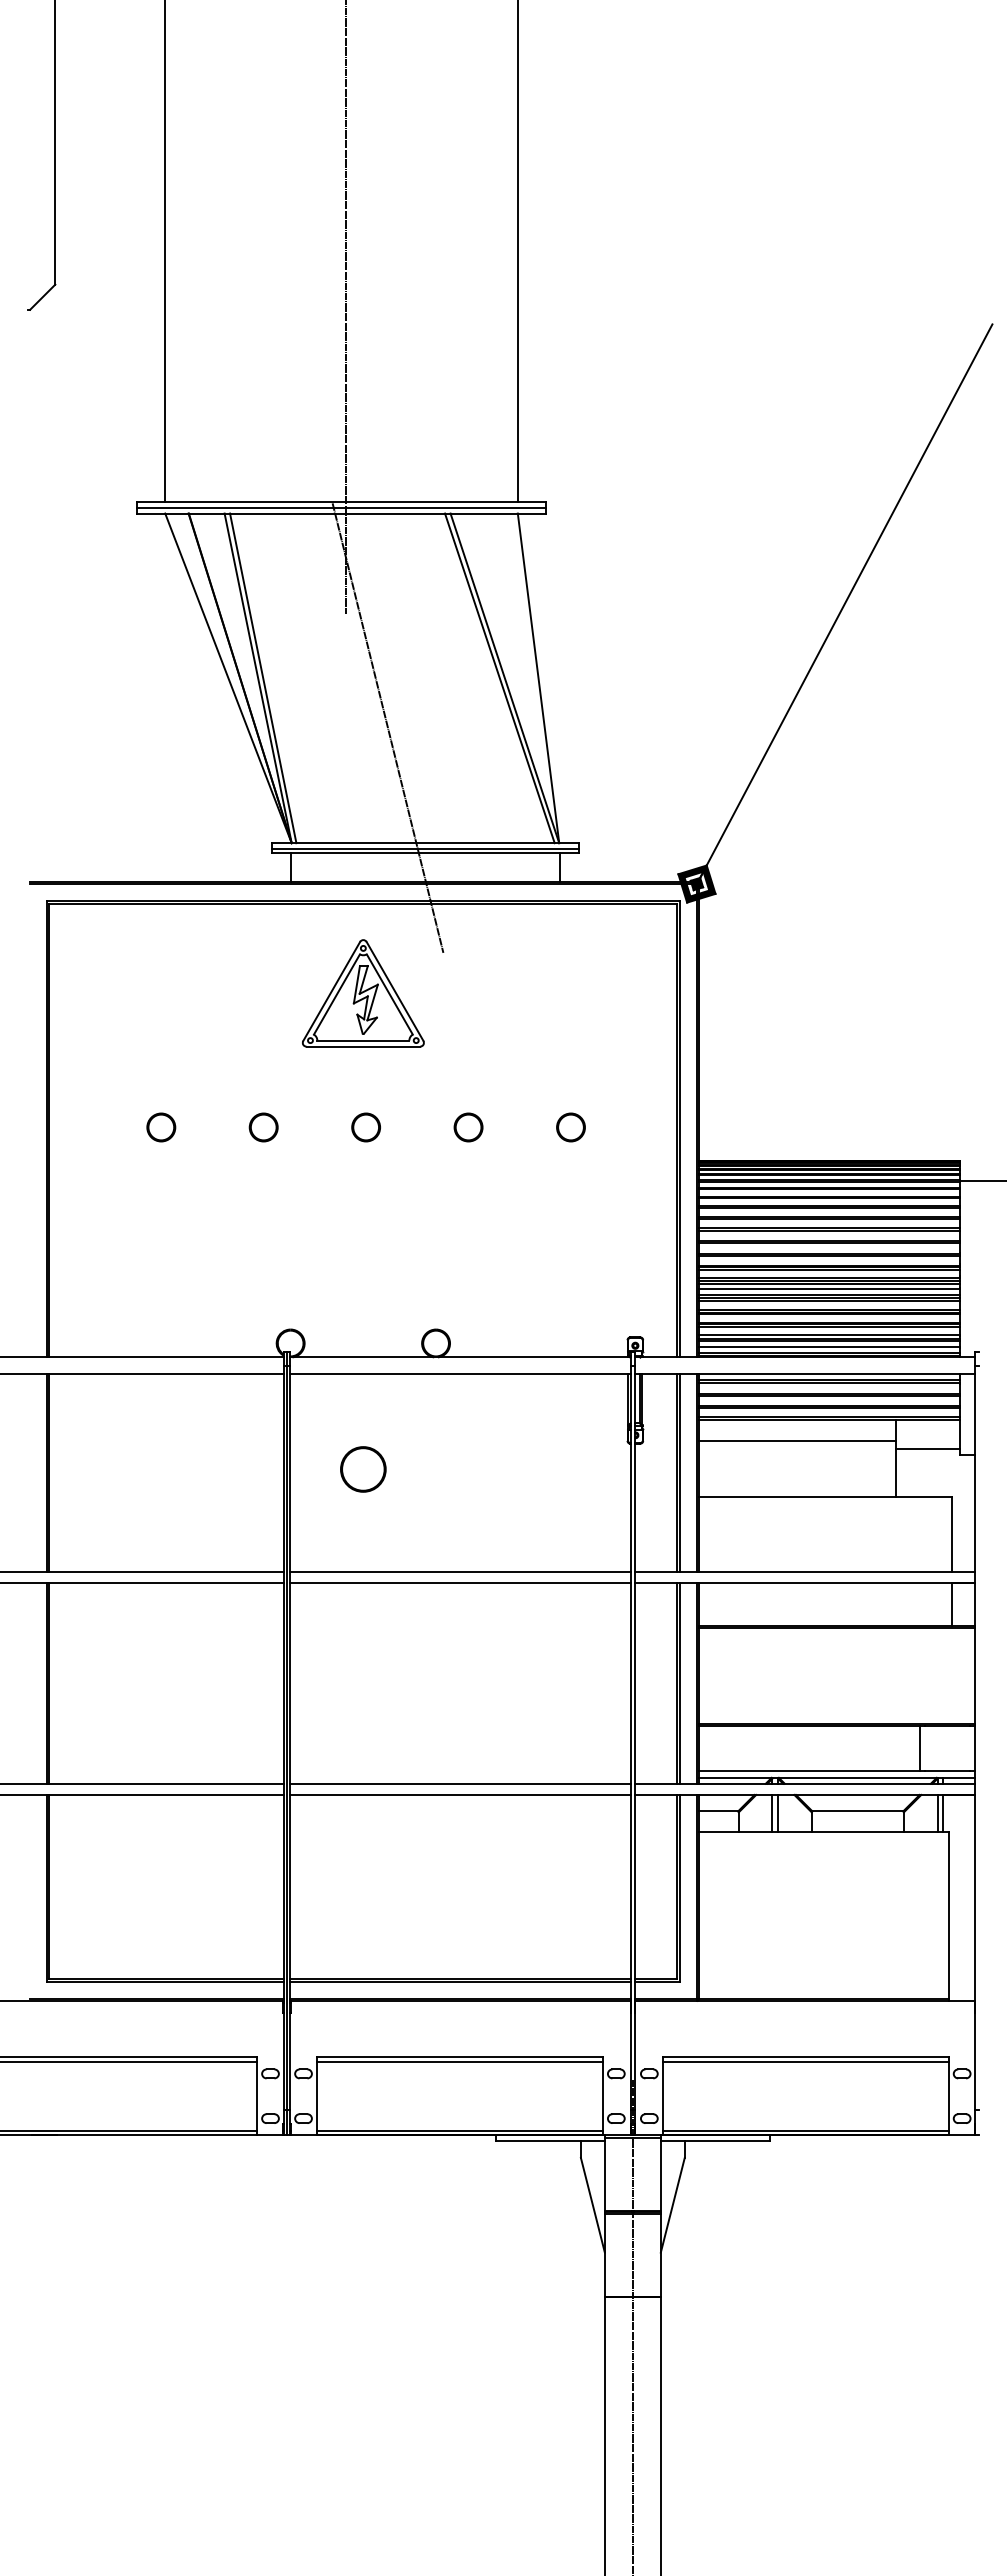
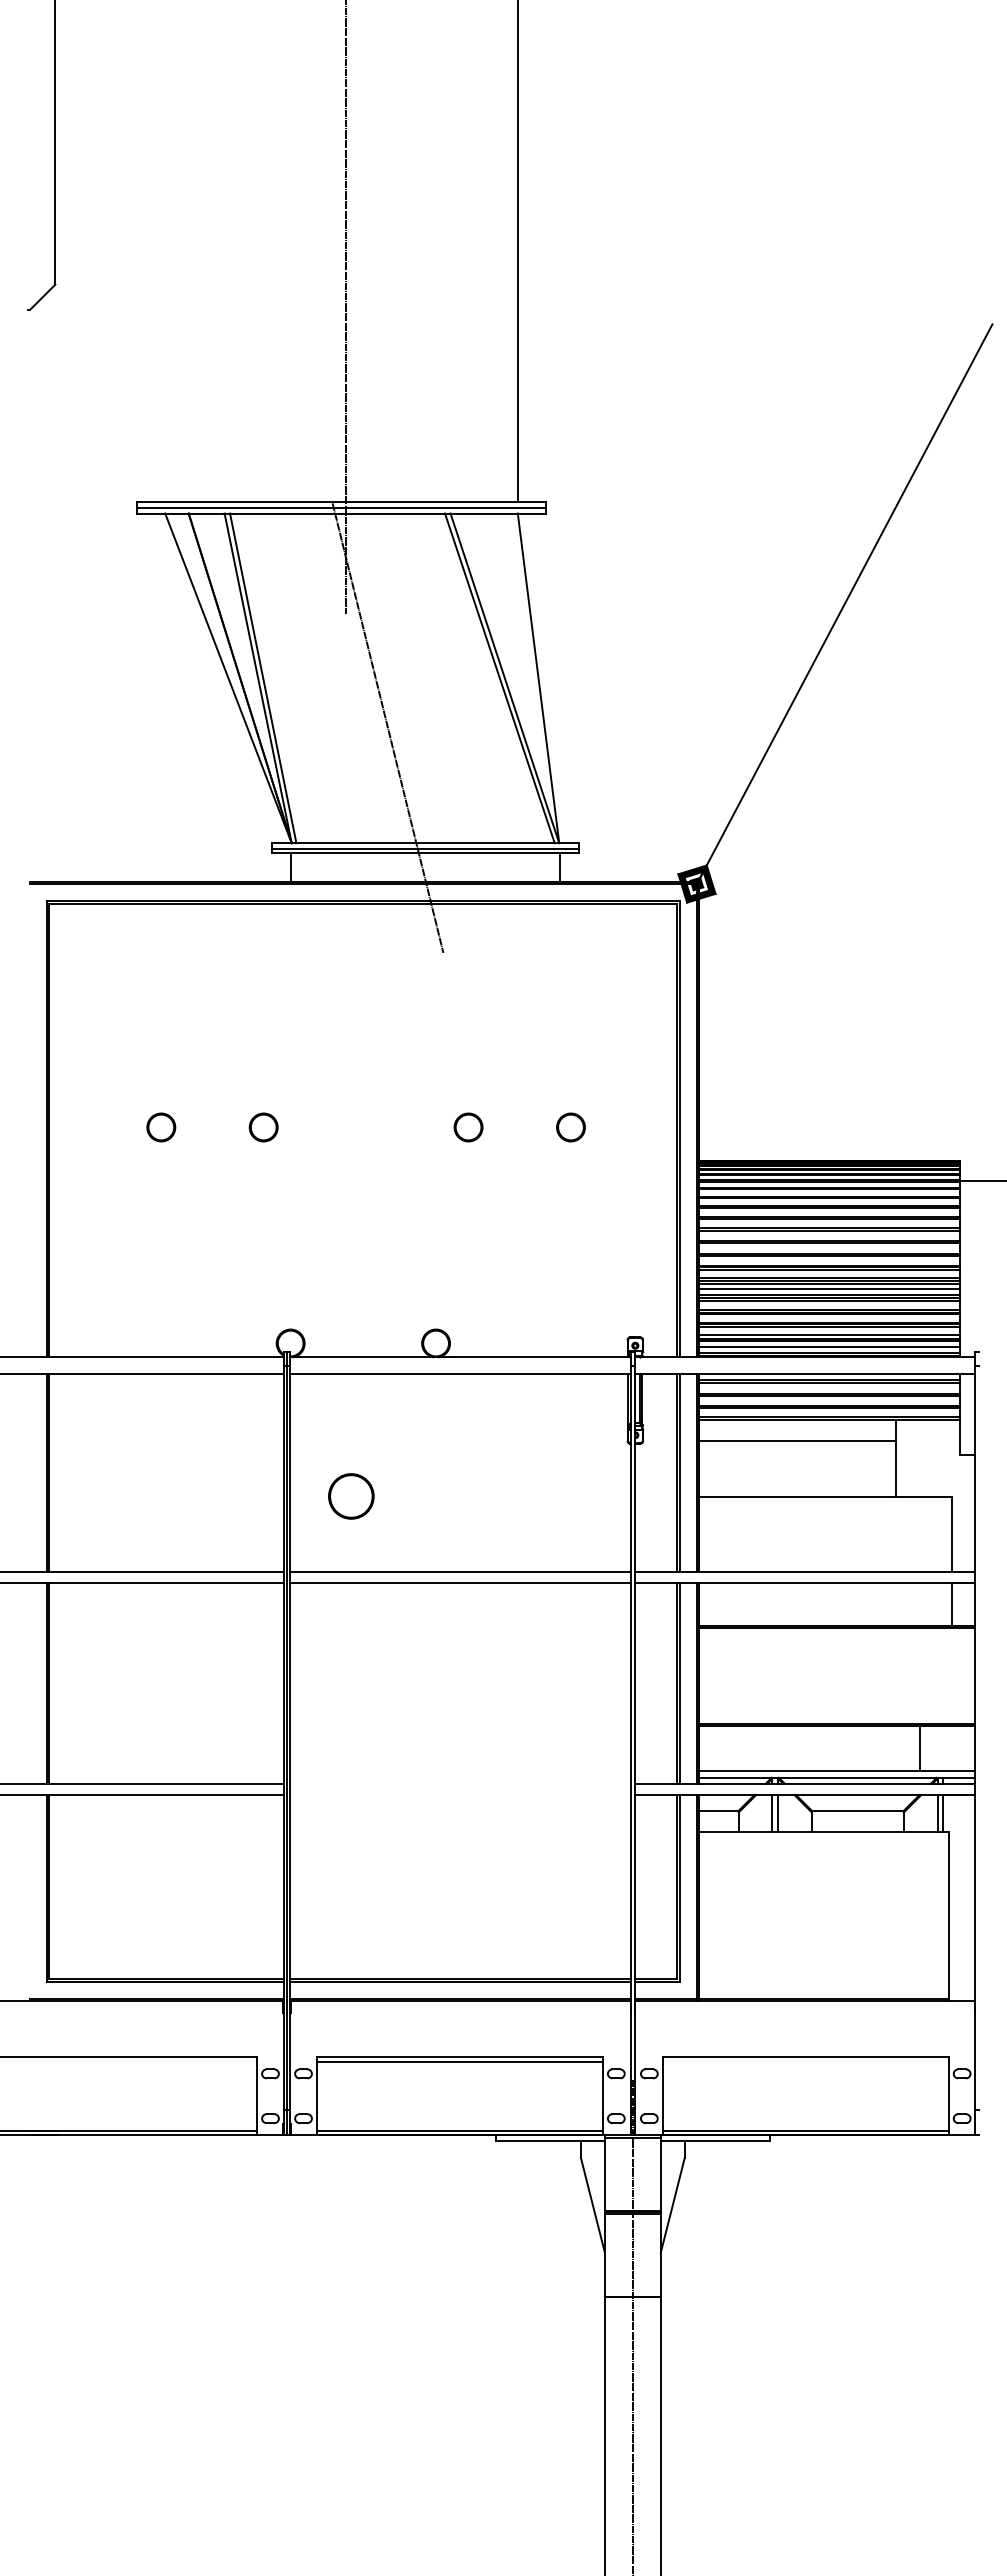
line at (165, 252): present -> none
part at (363, 993): present -> none
part at (365, 1127): present -> none
line at (927, 1449): present -> none
circle at (363, 1469) position: (363, 1469) -> (351, 1496)
line at (460, 1783): present -> none
line at (460, 1794): present -> none
line at (129, 2061): present -> none
line at (805, 2061): present -> none
